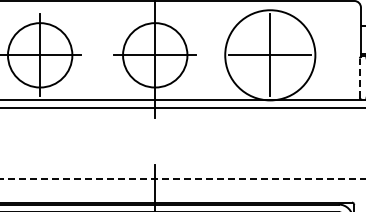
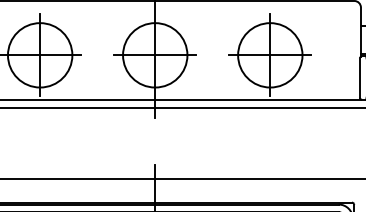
circle at (270, 55) diameter: 90 px -> 64 px
line at (359, 78): dashed -> solid
line at (183, 178): dashed -> solid
